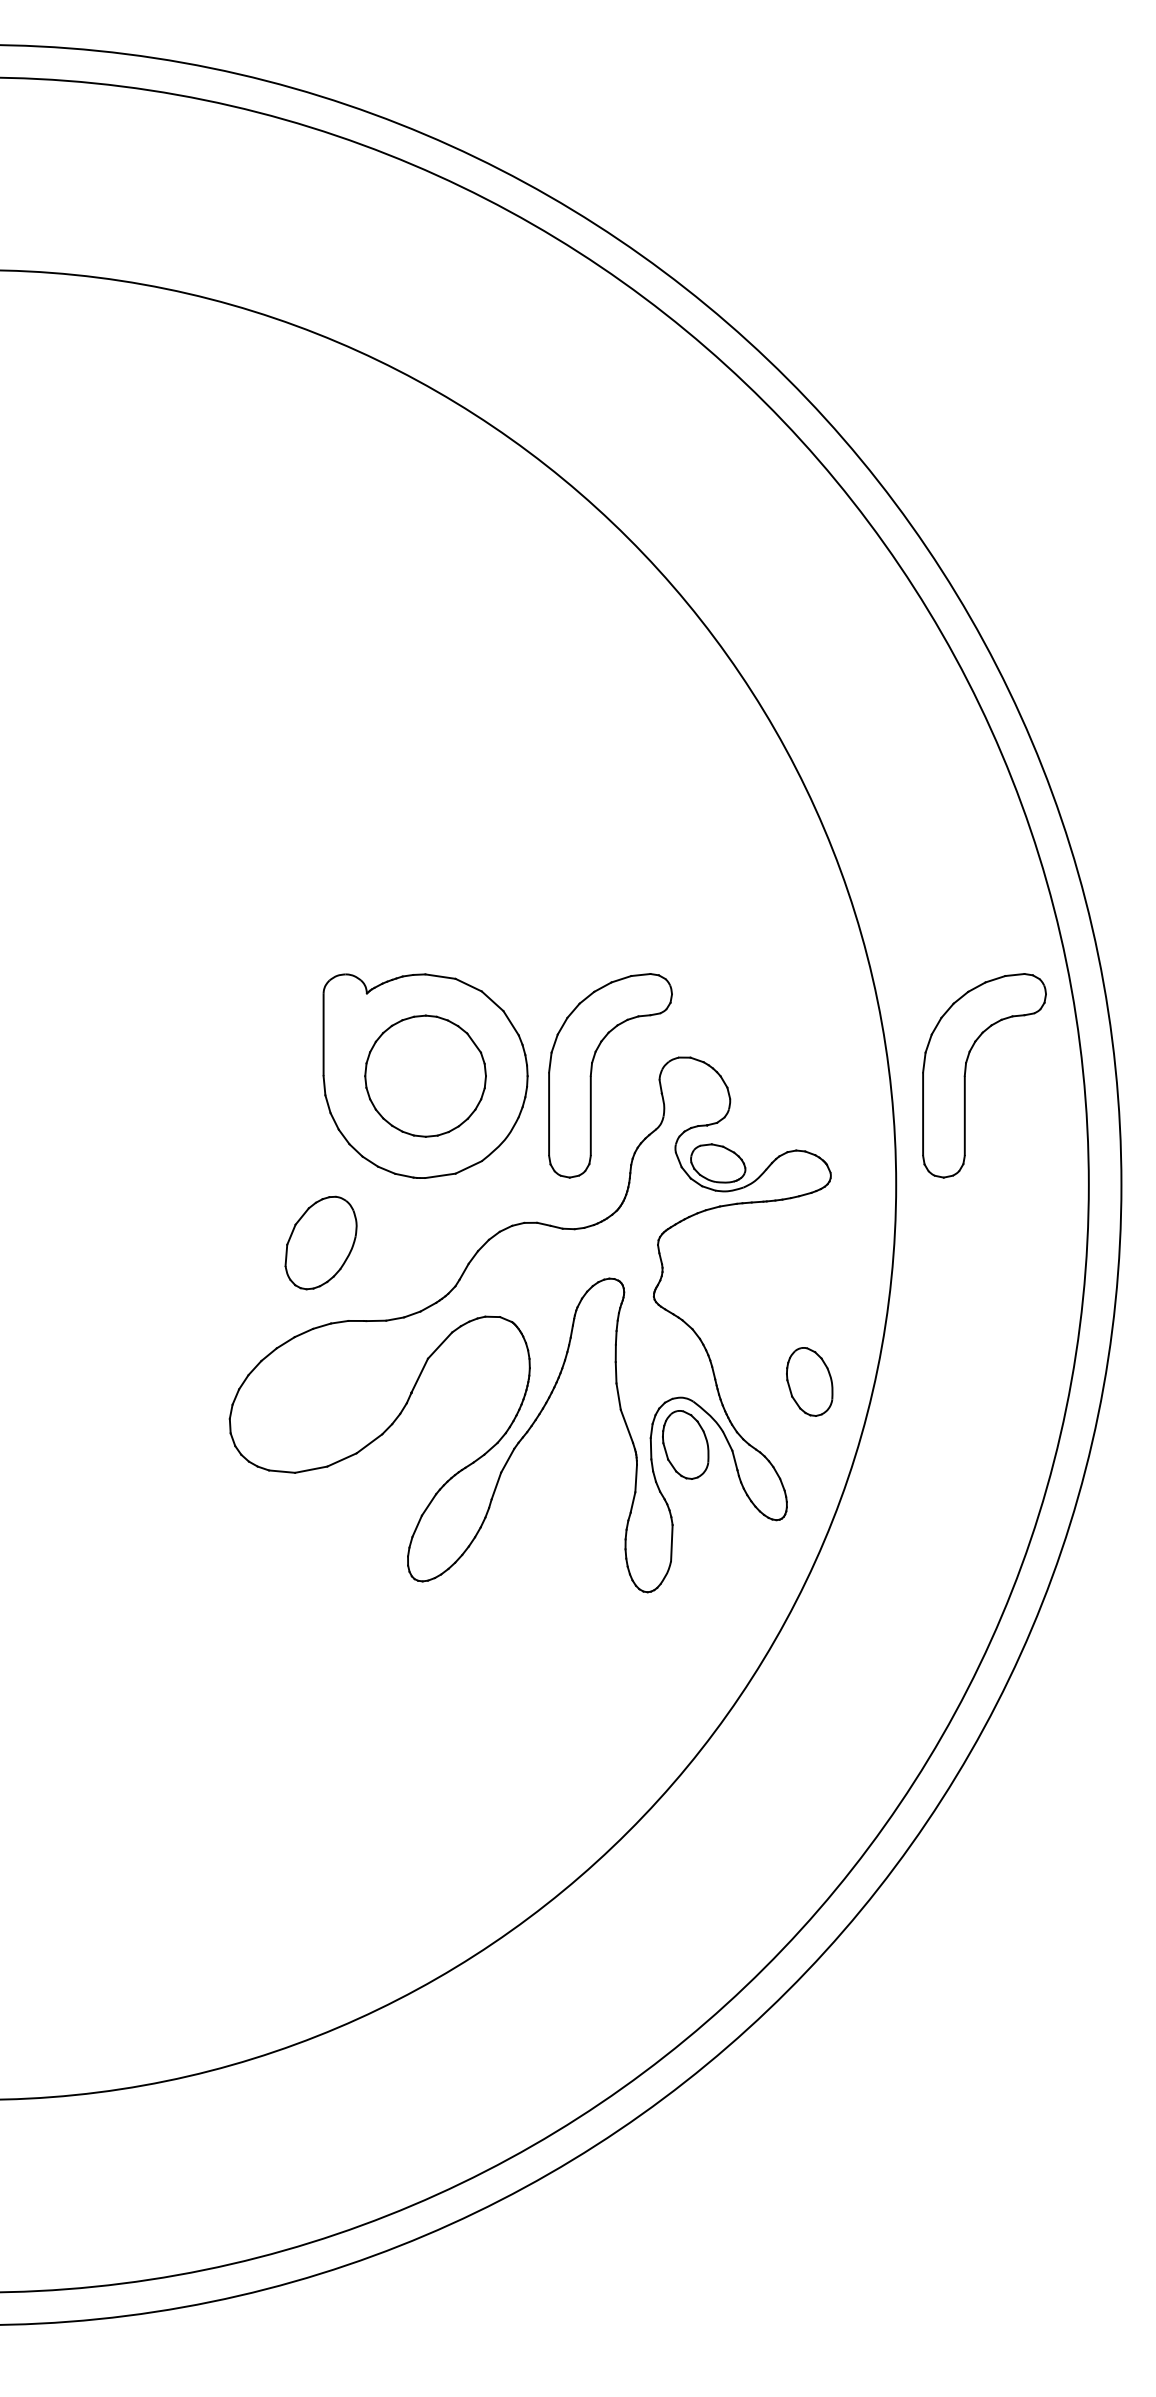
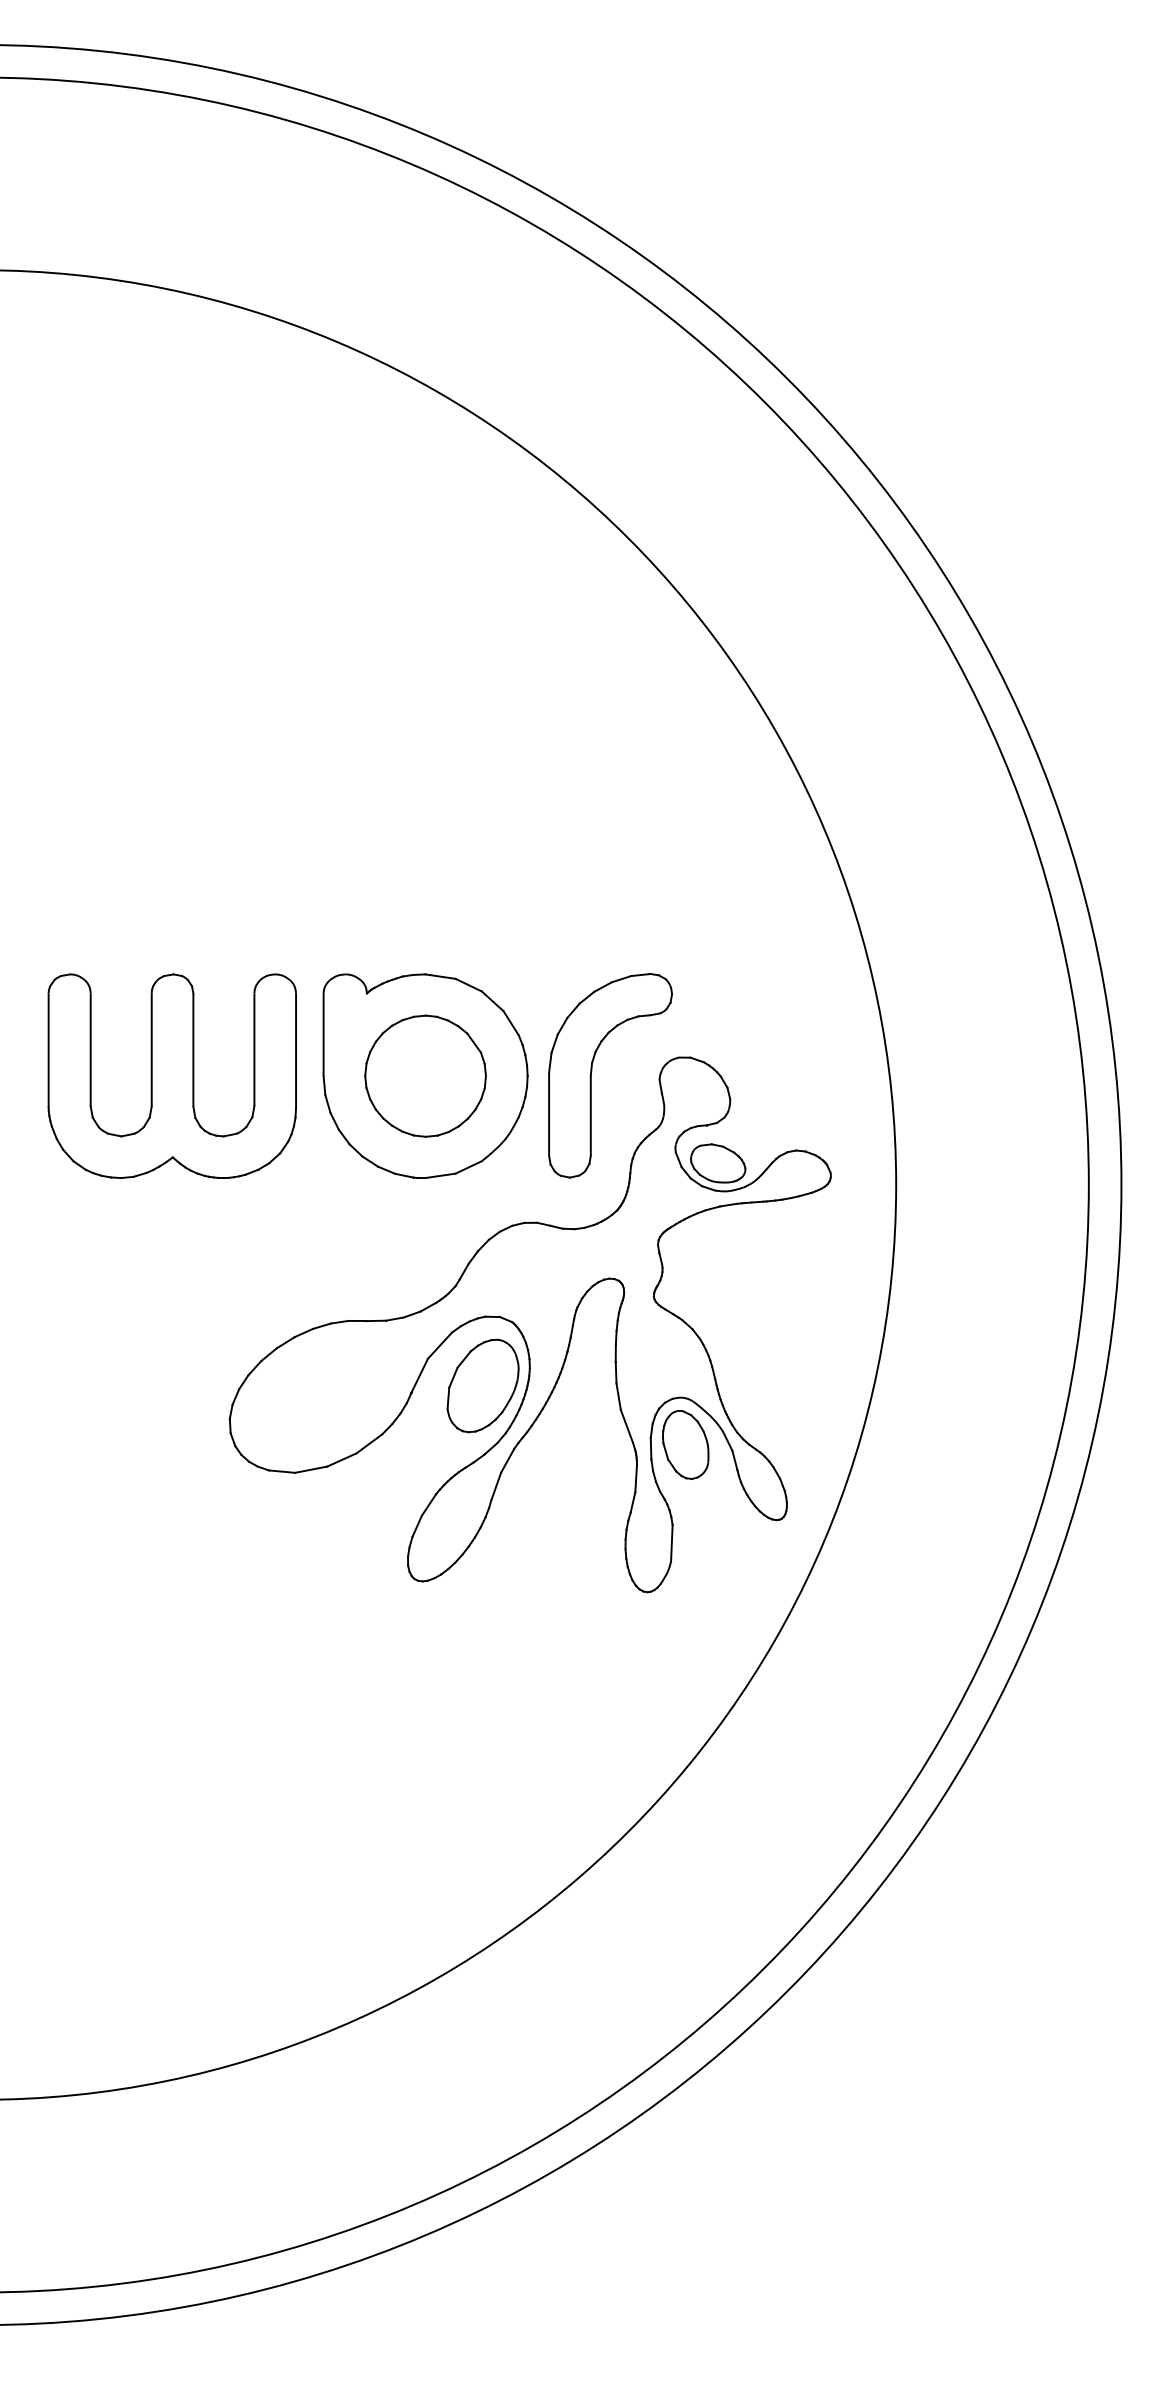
part at (966, 1071): present -> none
part at (171, 1075): none -> present
part at (320, 1242) position: (320, 1242) -> (482, 1385)
part at (809, 1381): present -> none
